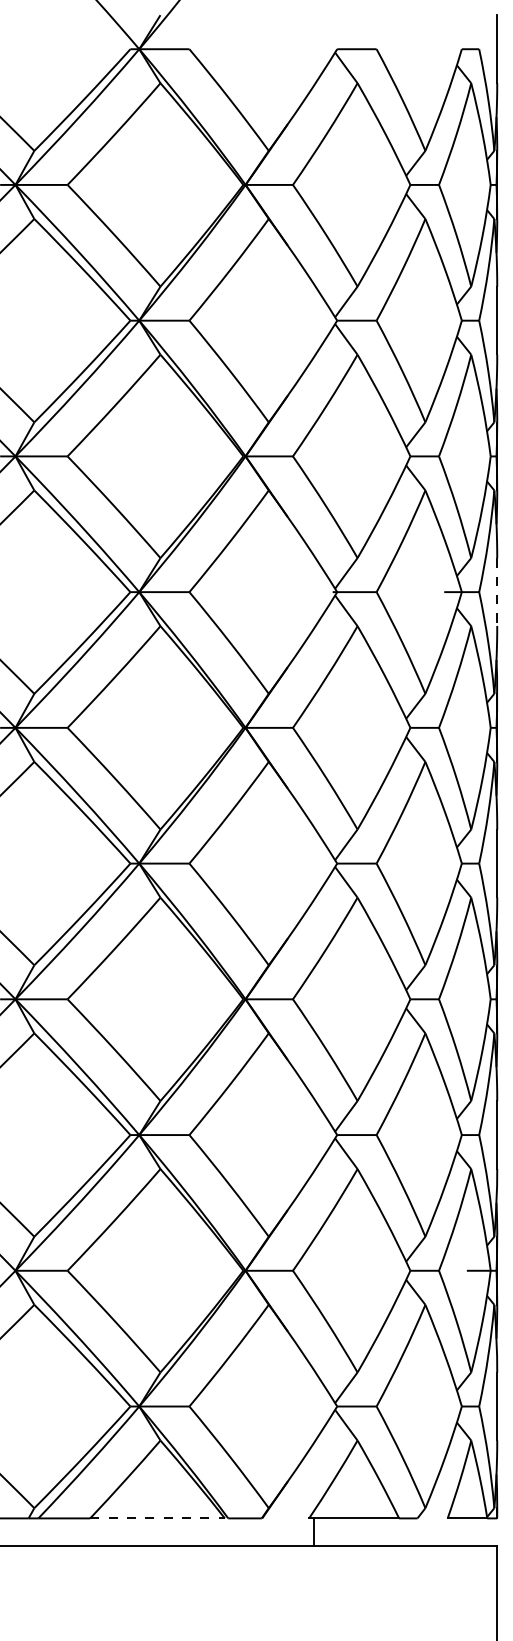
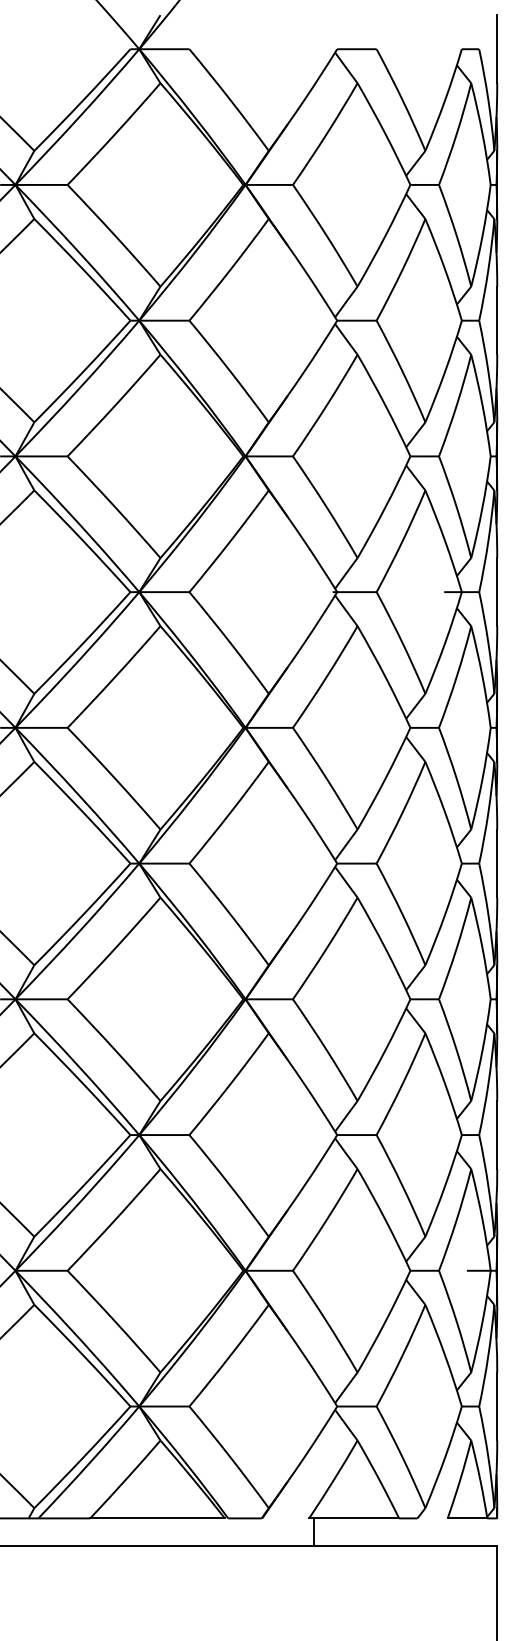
line at (497, 592): dashed -> solid
line at (158, 1518): dashed -> solid
